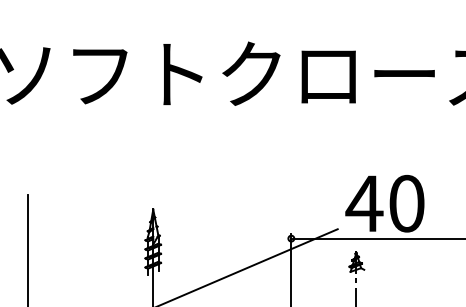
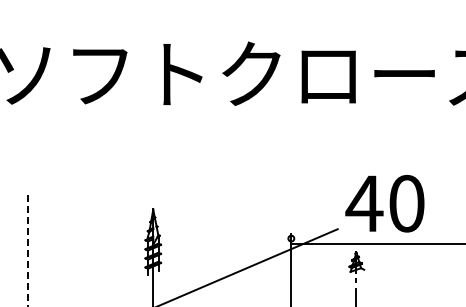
line at (376, 238) position: (376, 238) -> (376, 243)
line at (27, 251): solid -> dashed
